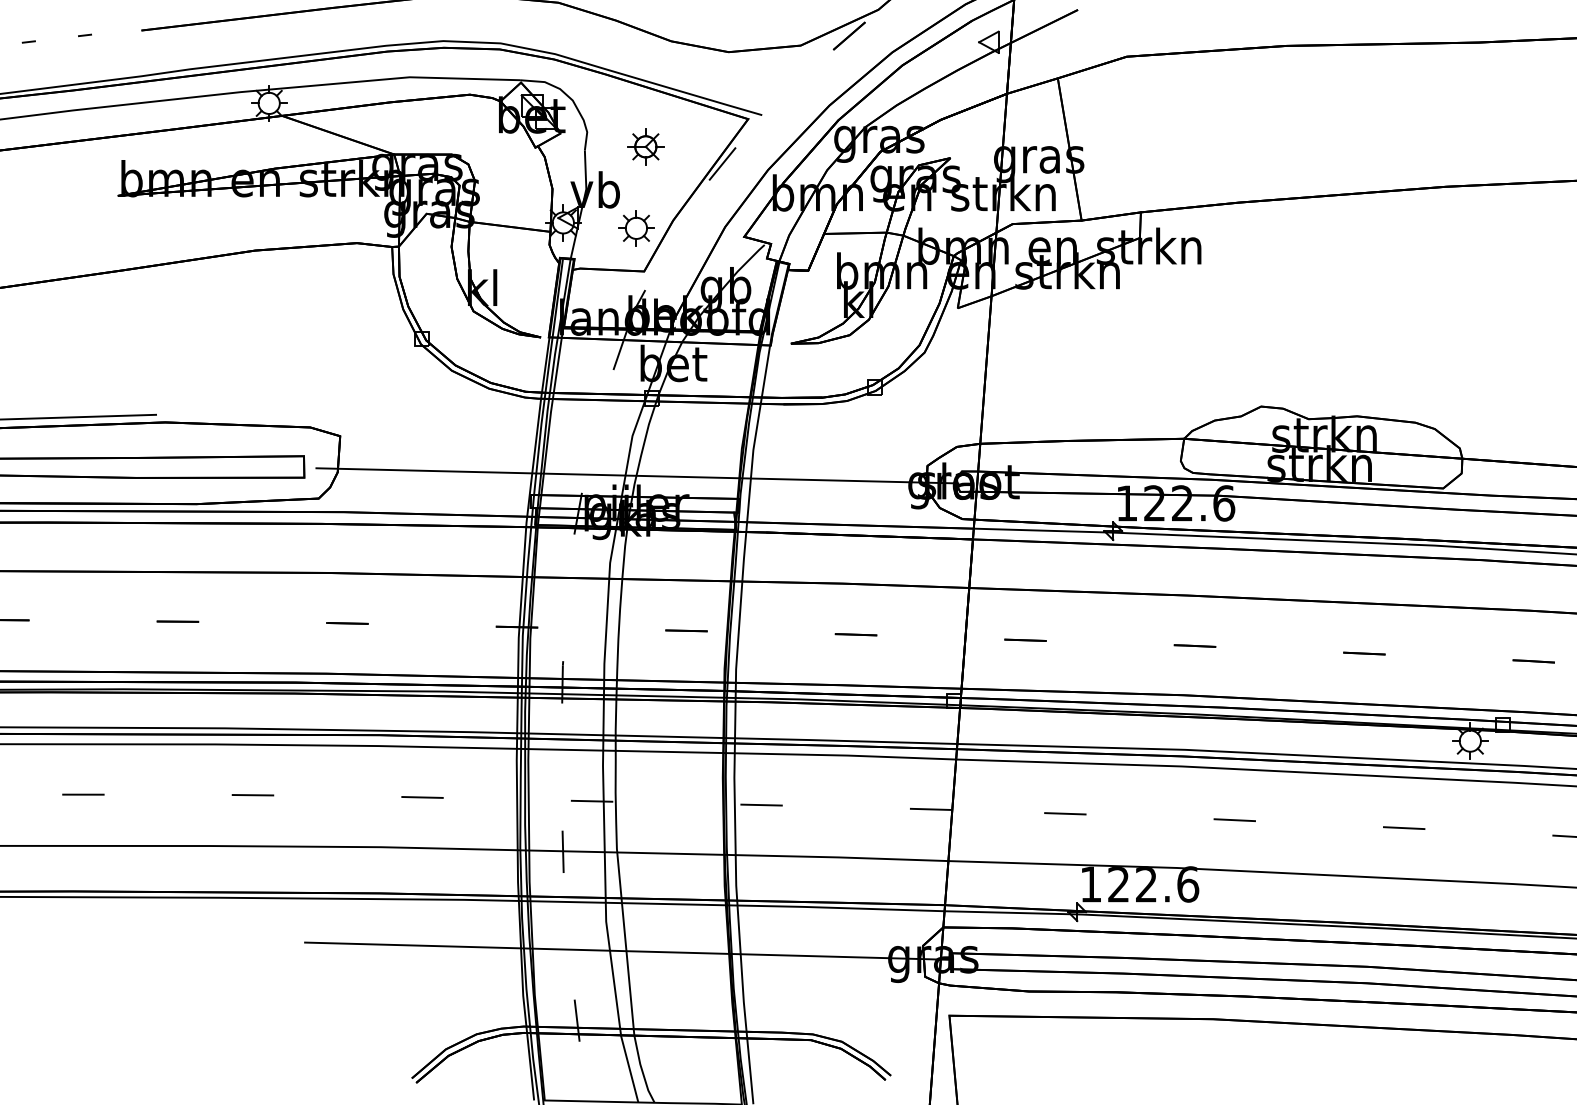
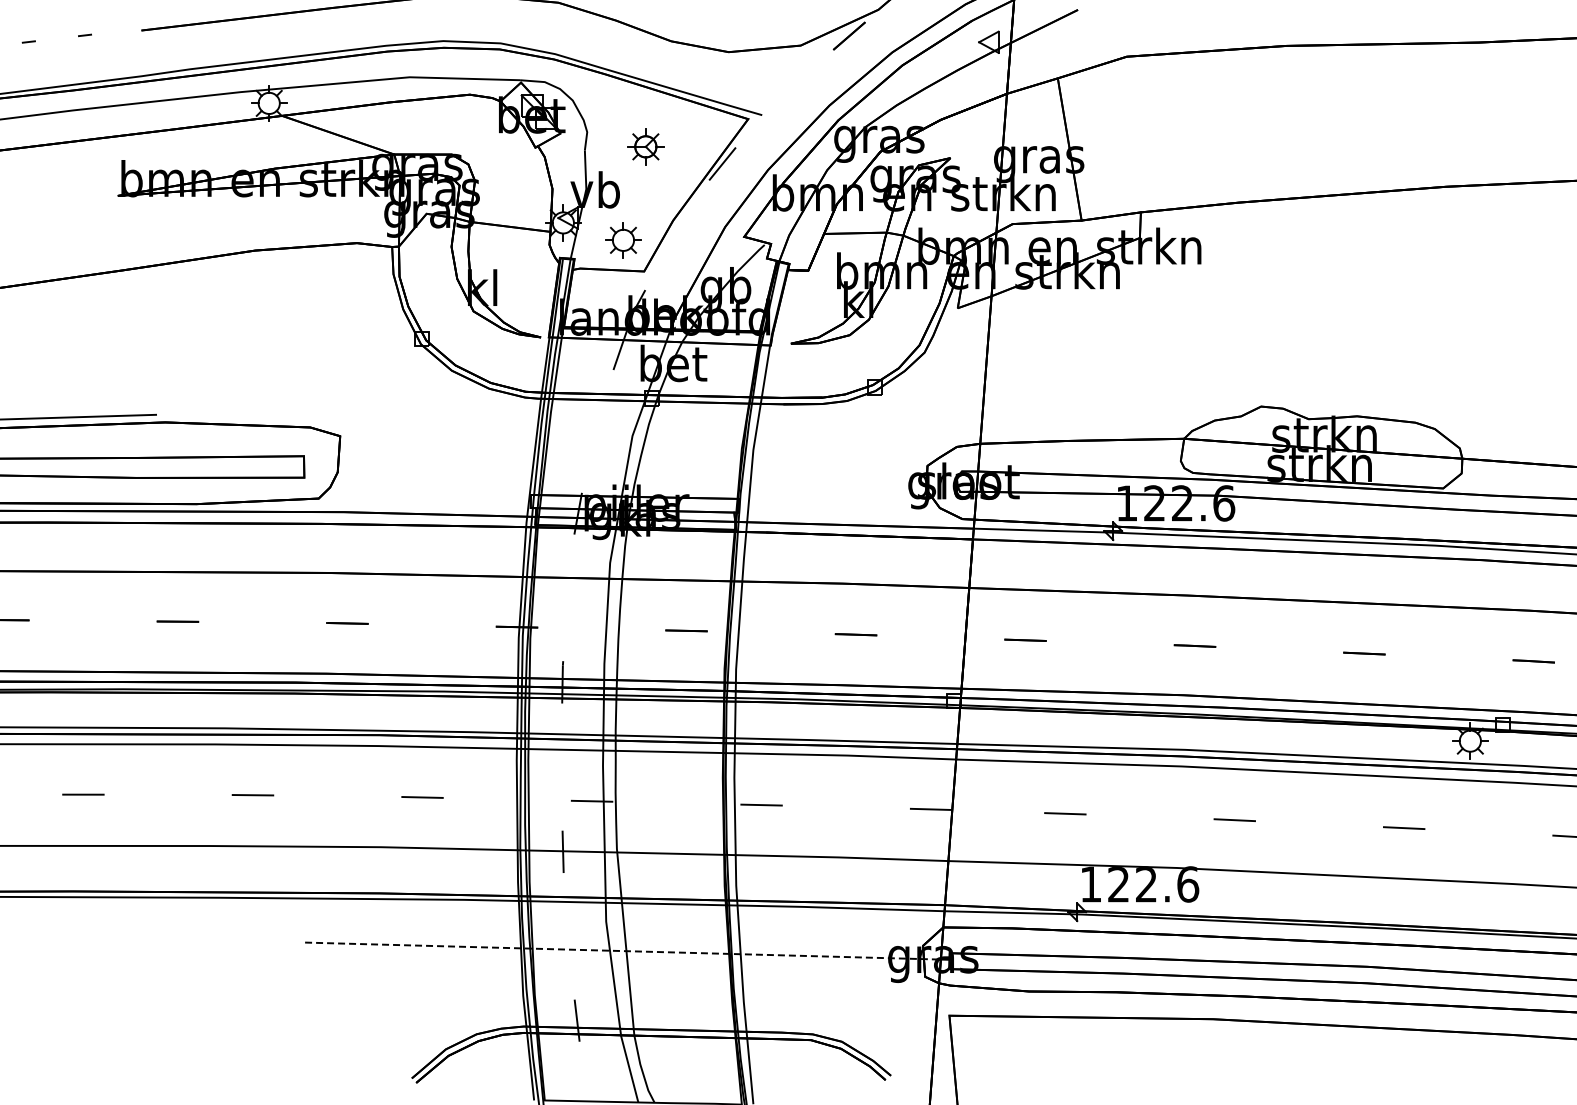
part at (636, 228) position: (636, 228) -> (623, 240)
line at (637, 475): present -> none
line at (623, 951): solid -> dashed
